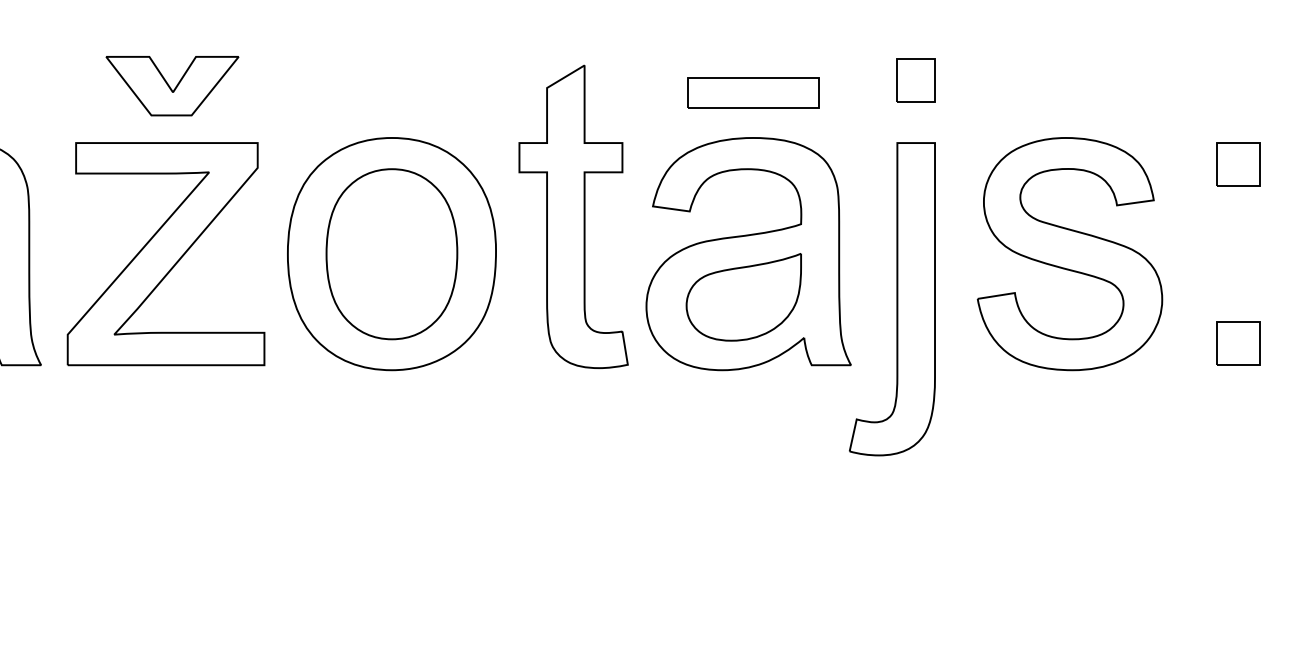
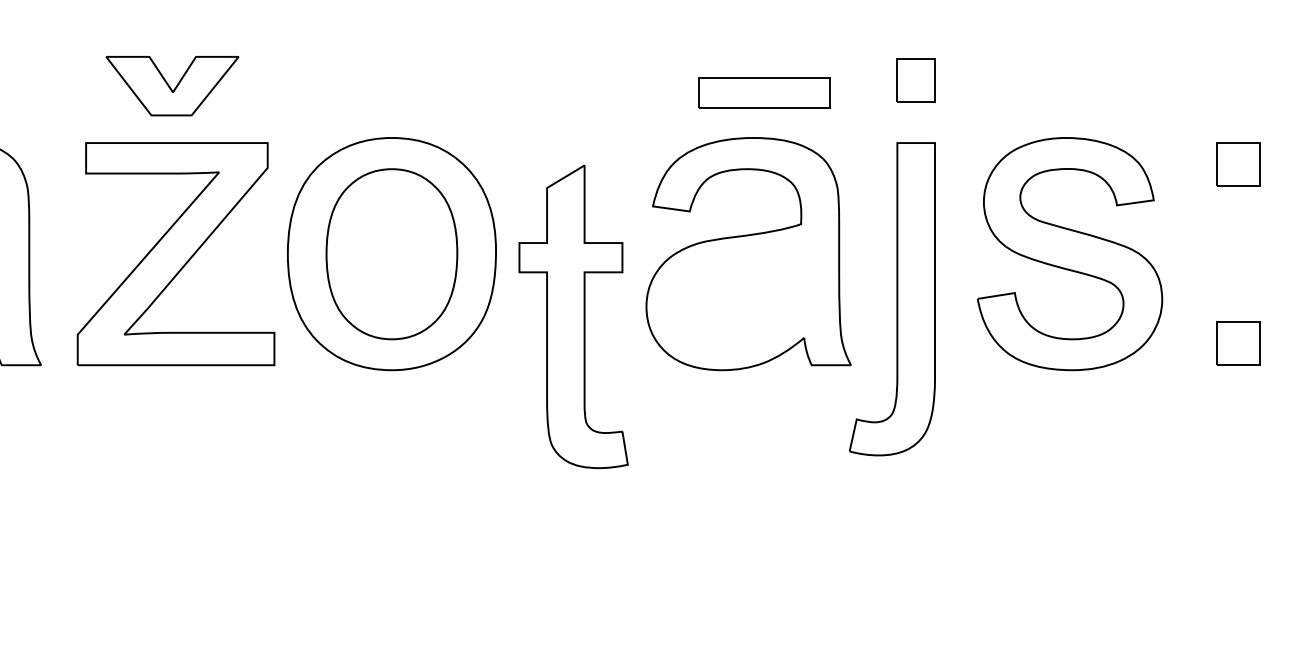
part at (753, 92) position: (753, 92) -> (764, 92)
part at (573, 216) position: (573, 216) -> (573, 316)
part at (165, 254) position: (165, 254) -> (175, 254)
part at (743, 297): present -> none
